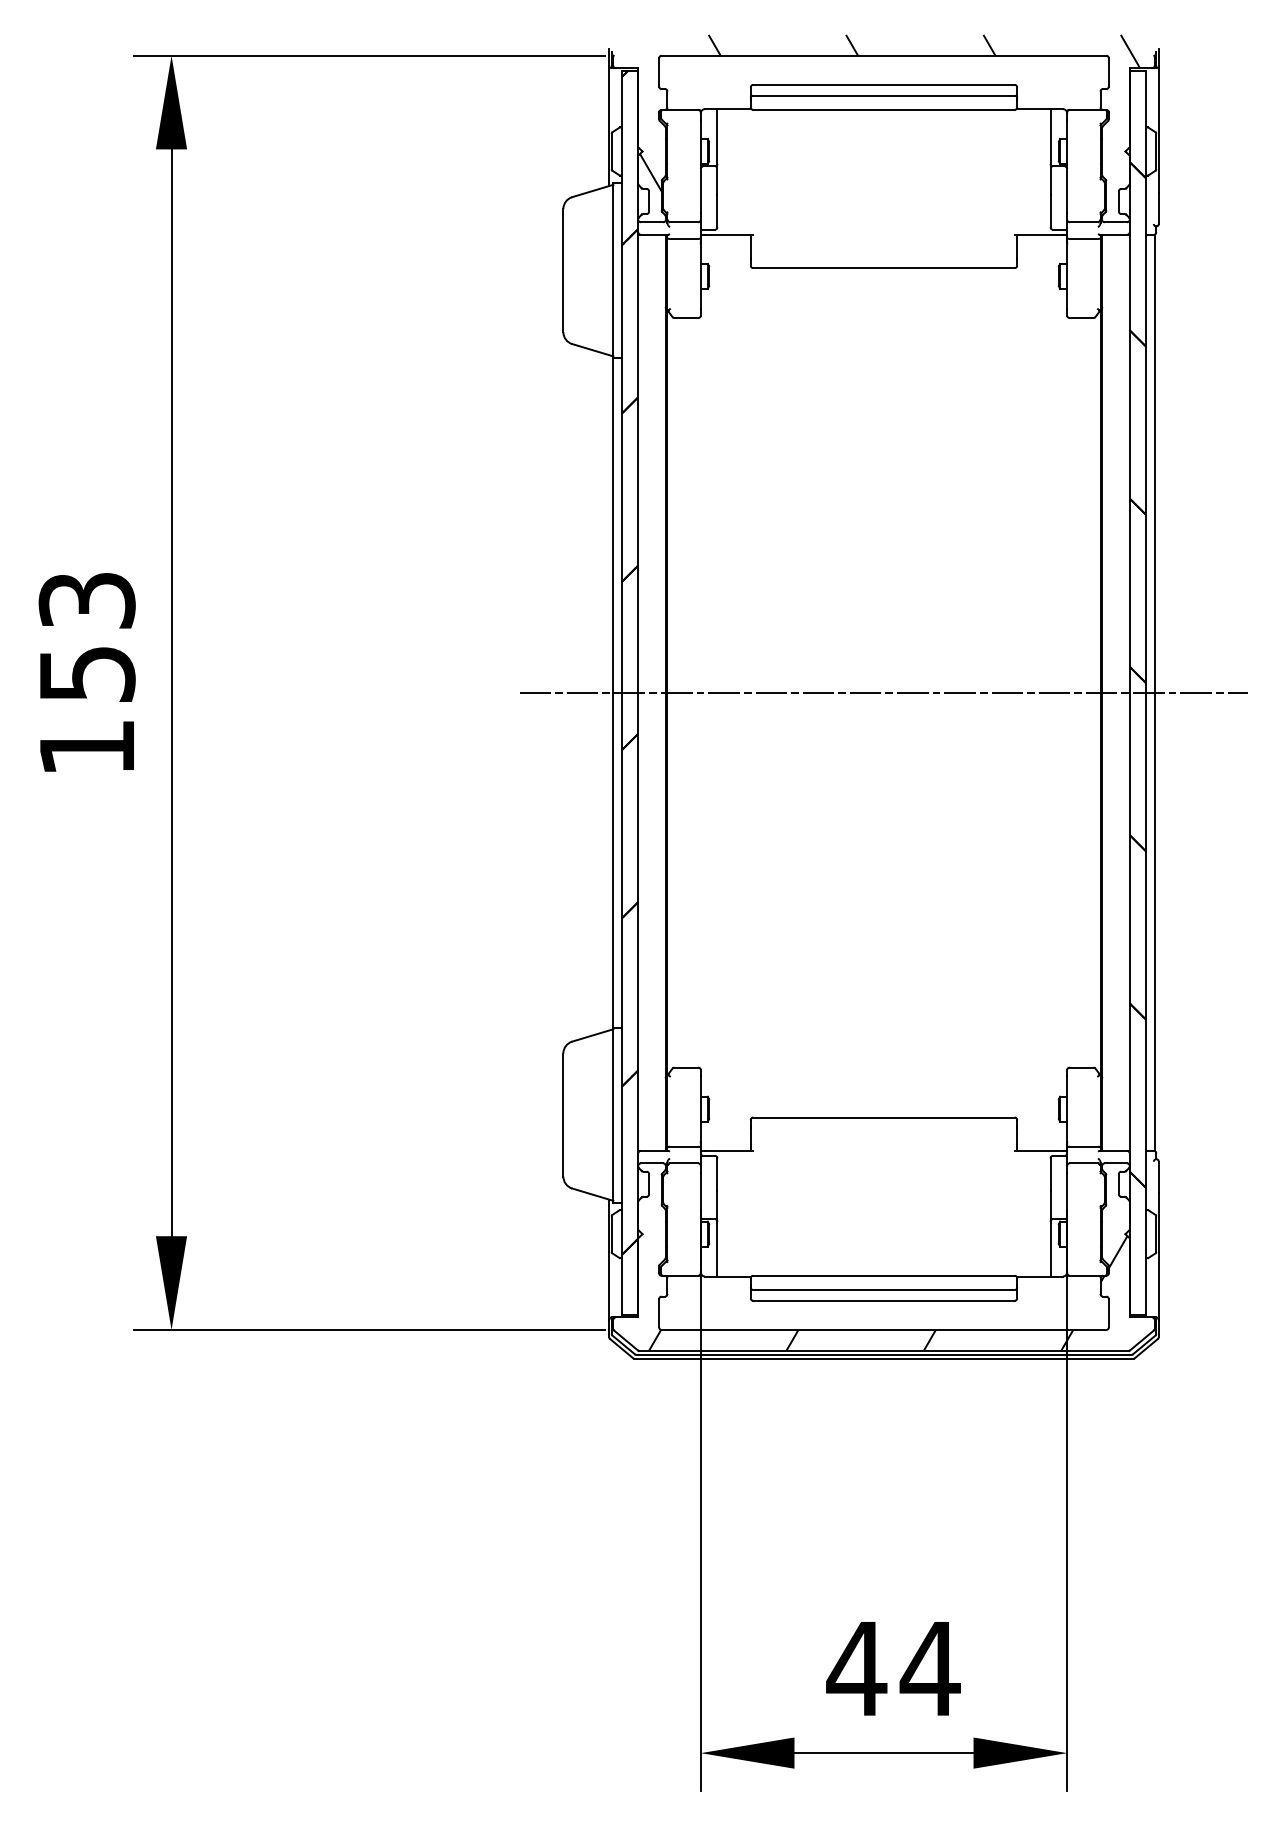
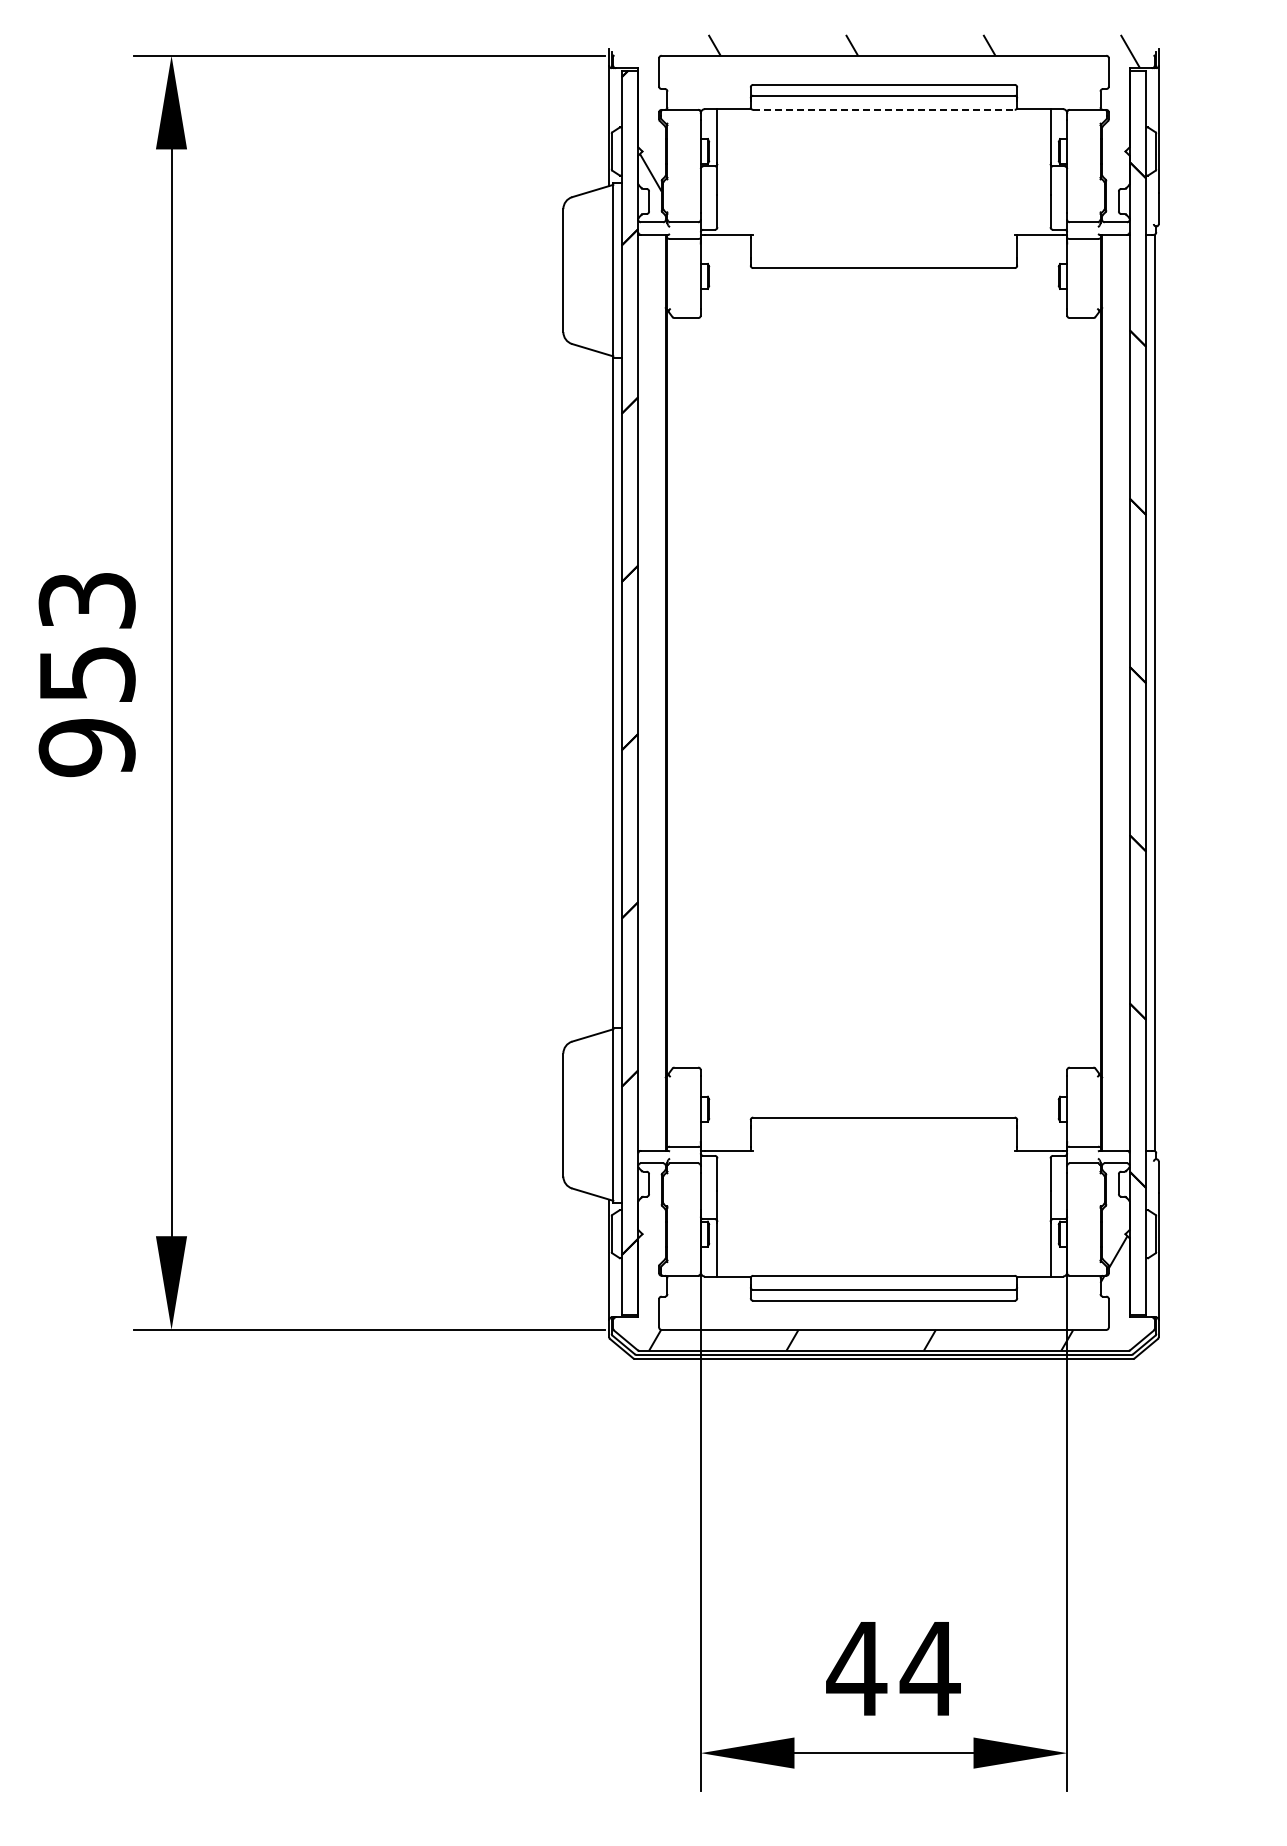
line at (883, 109): solid -> dashed
line at (883, 692): present -> none
text at (86, 748): 153 -> 953
